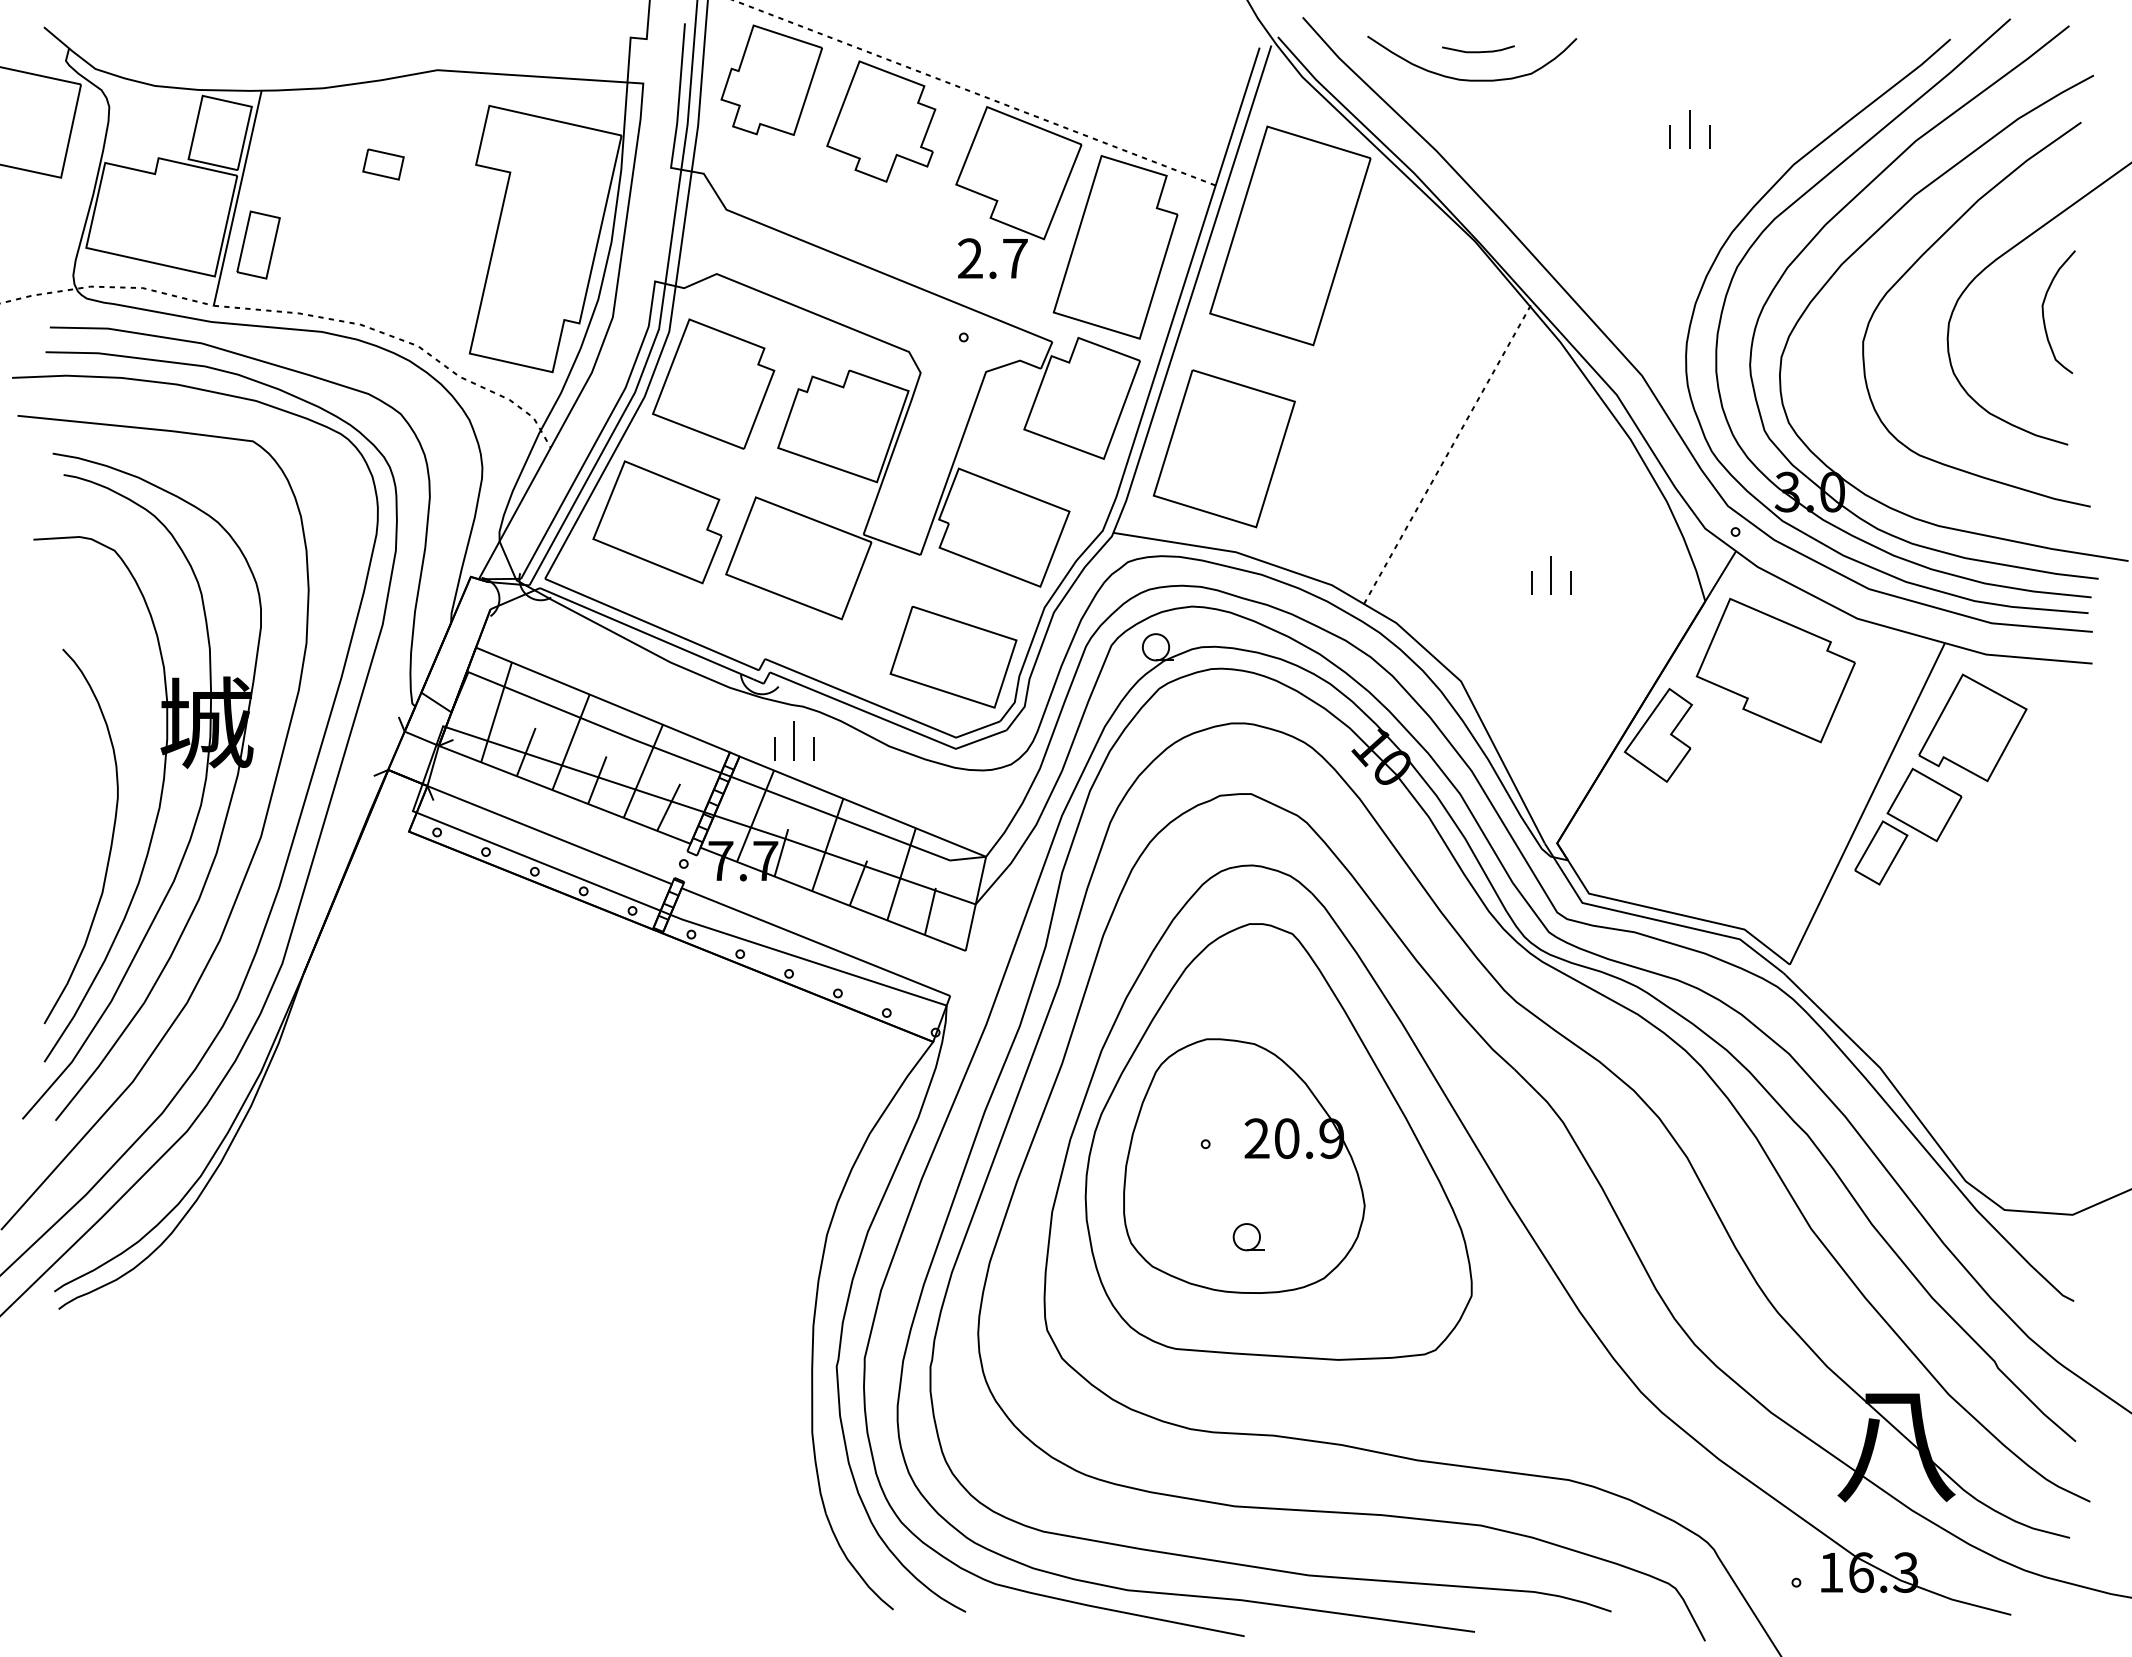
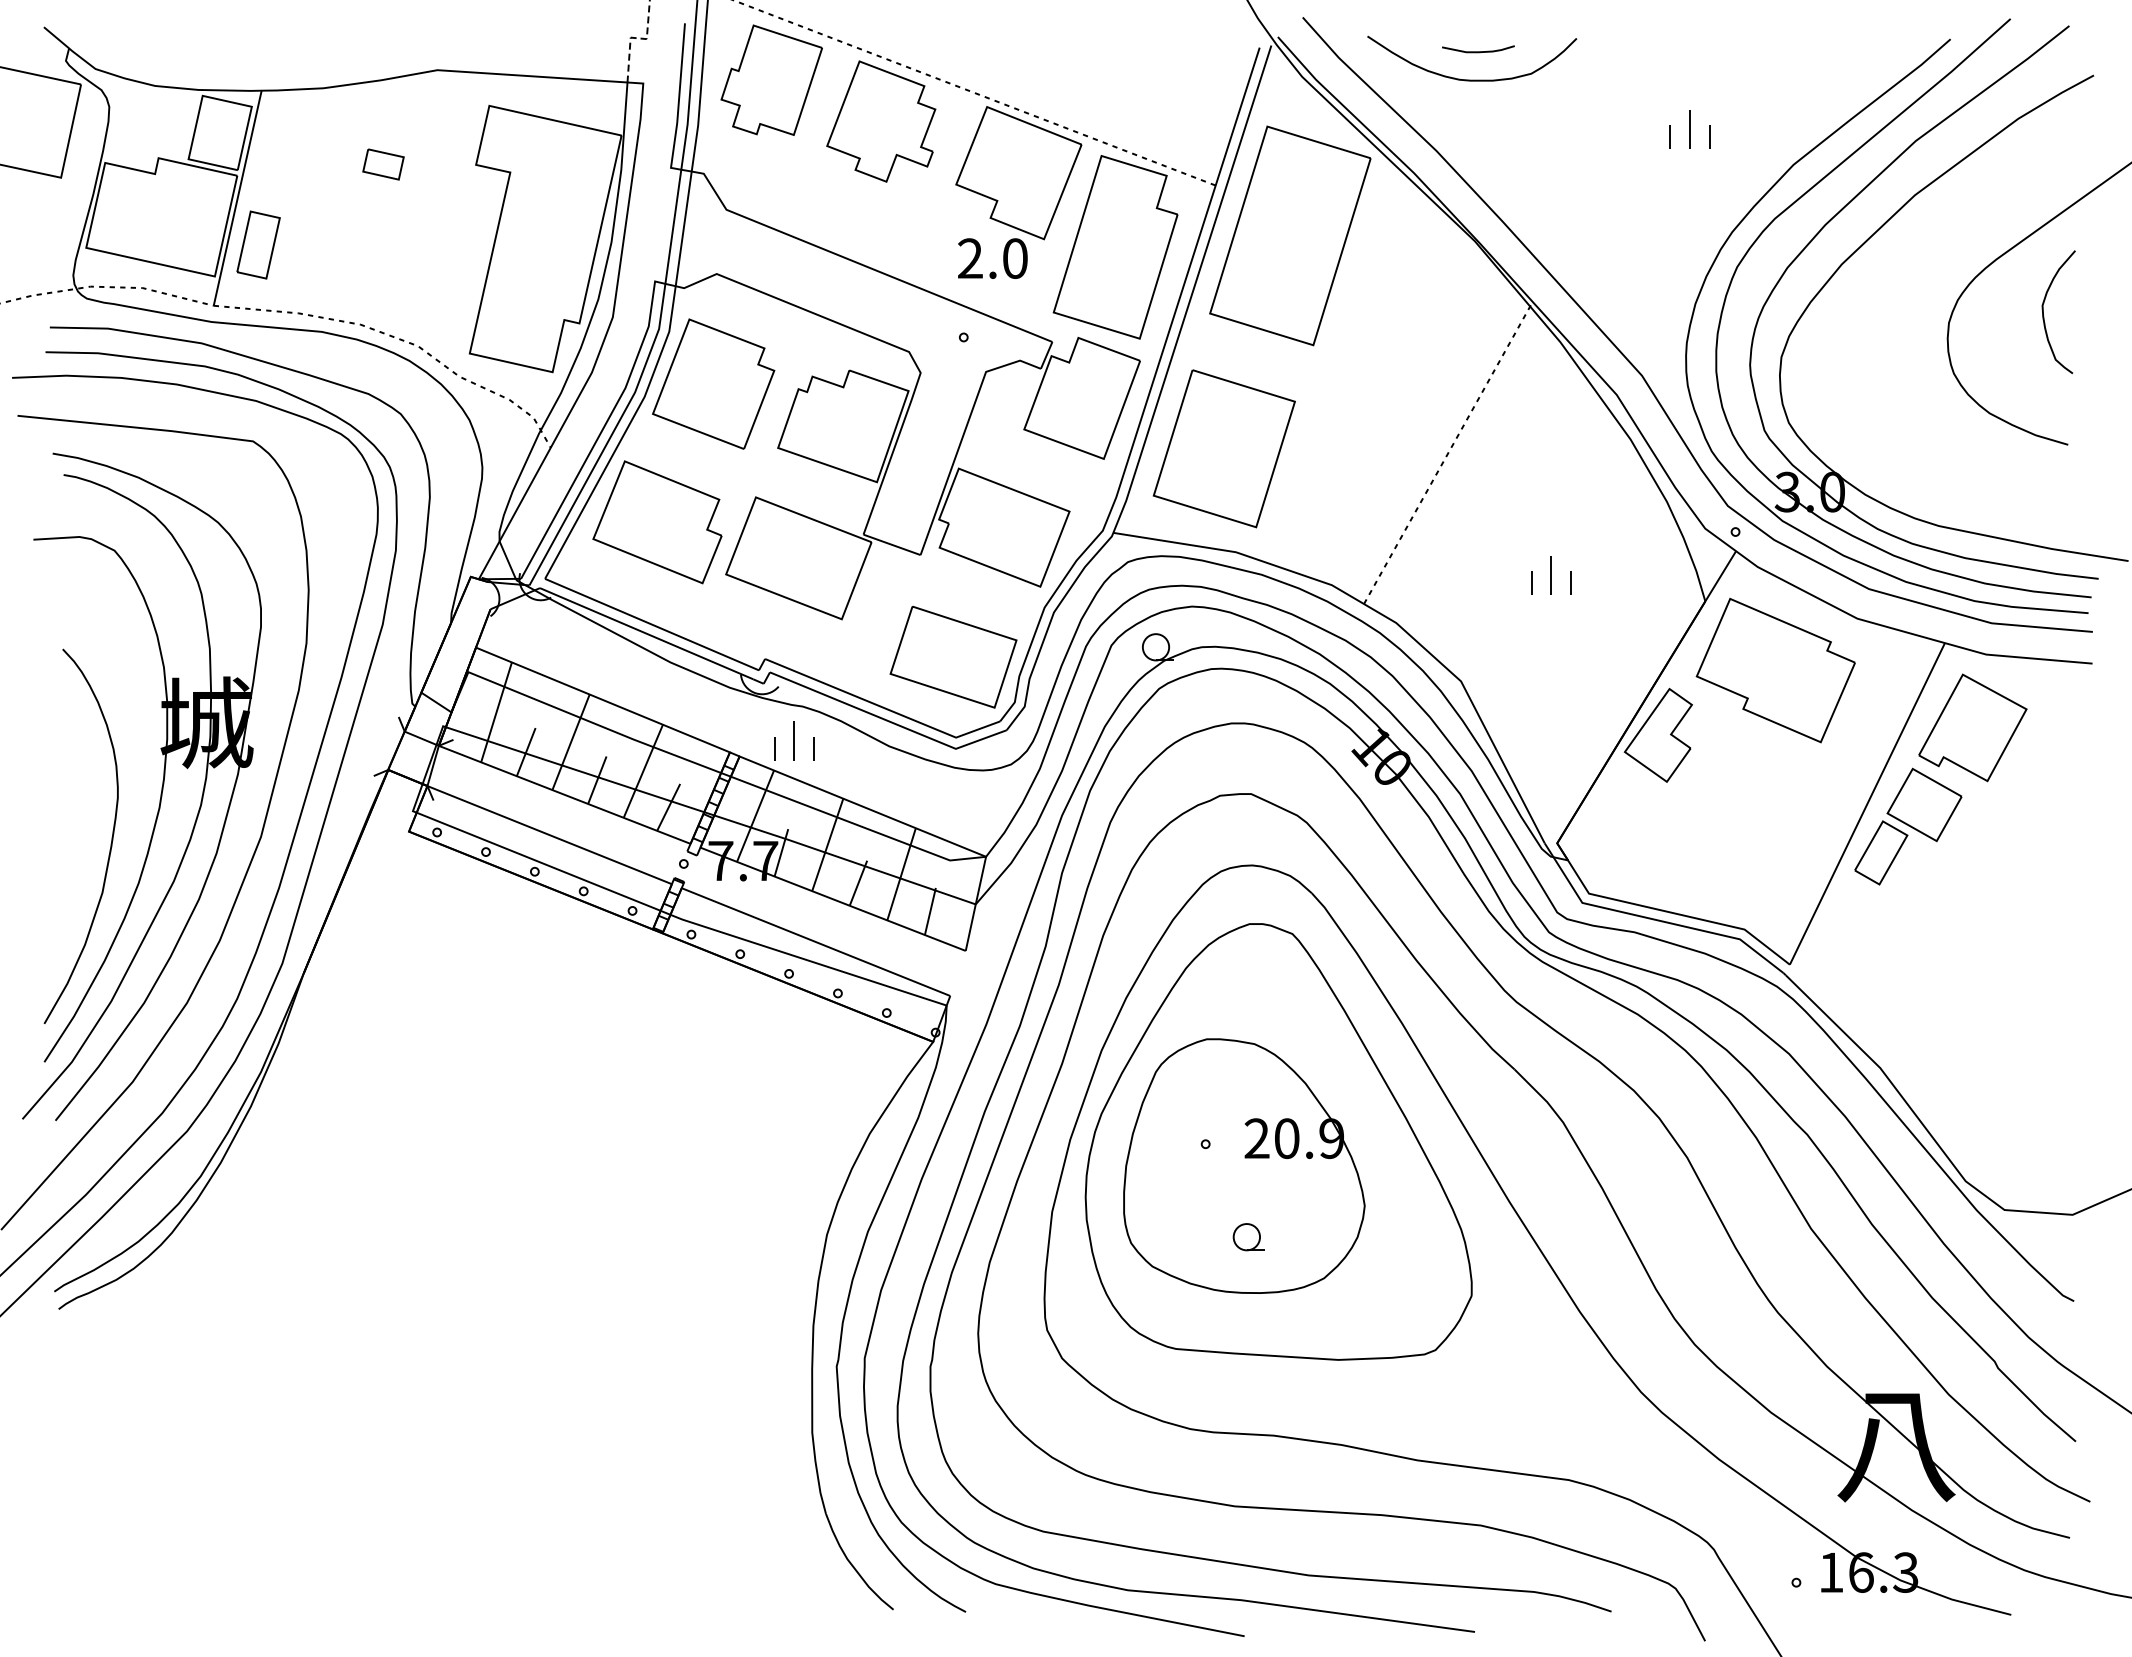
line at (635, 38): solid -> dashed
text at (1015, 258): 2.7 -> 2.0
curve at (1920, 258): present -> none
